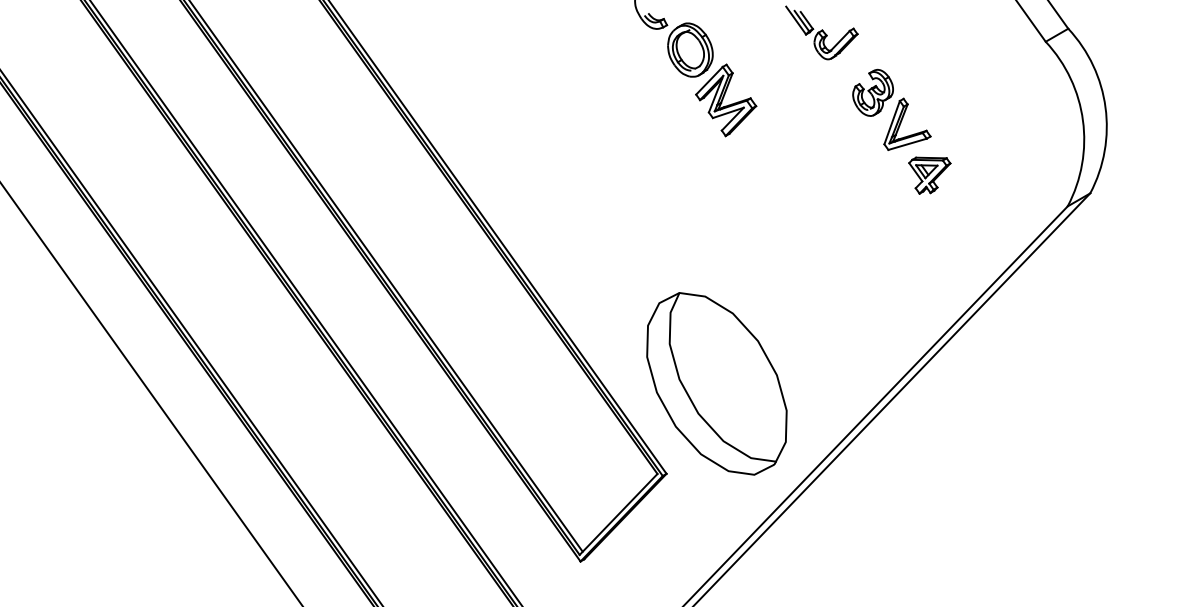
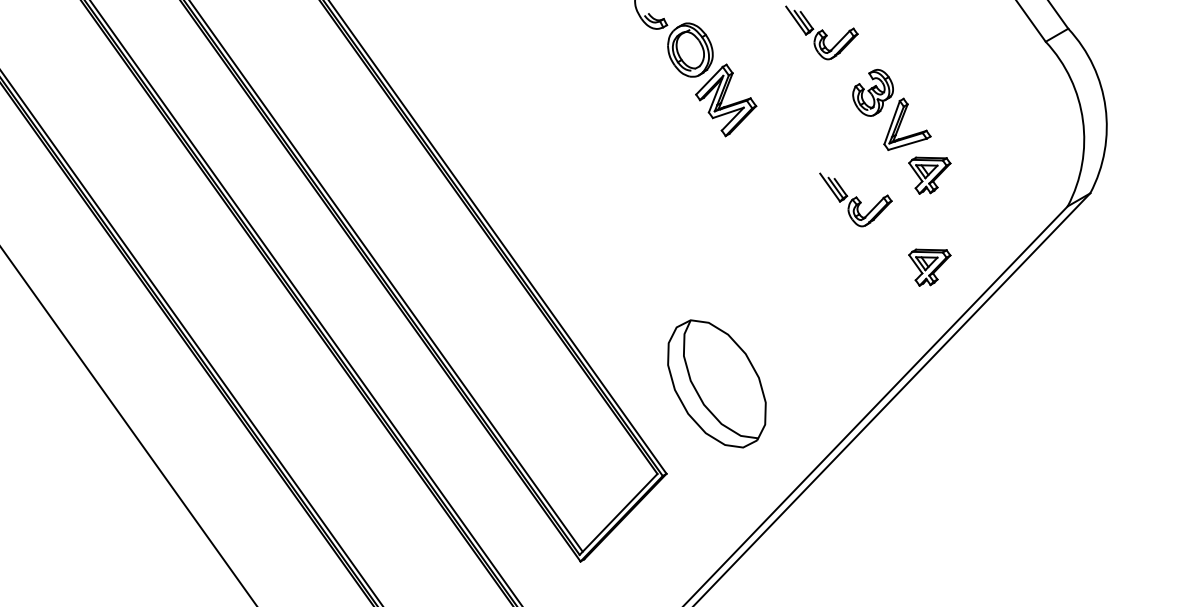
part at (855, 199): none -> present
part at (929, 267): none -> present
part at (716, 383) size: 142x184 px -> 100x130 px
line at (151, 394) position: (151, 394) -> (128, 425)
